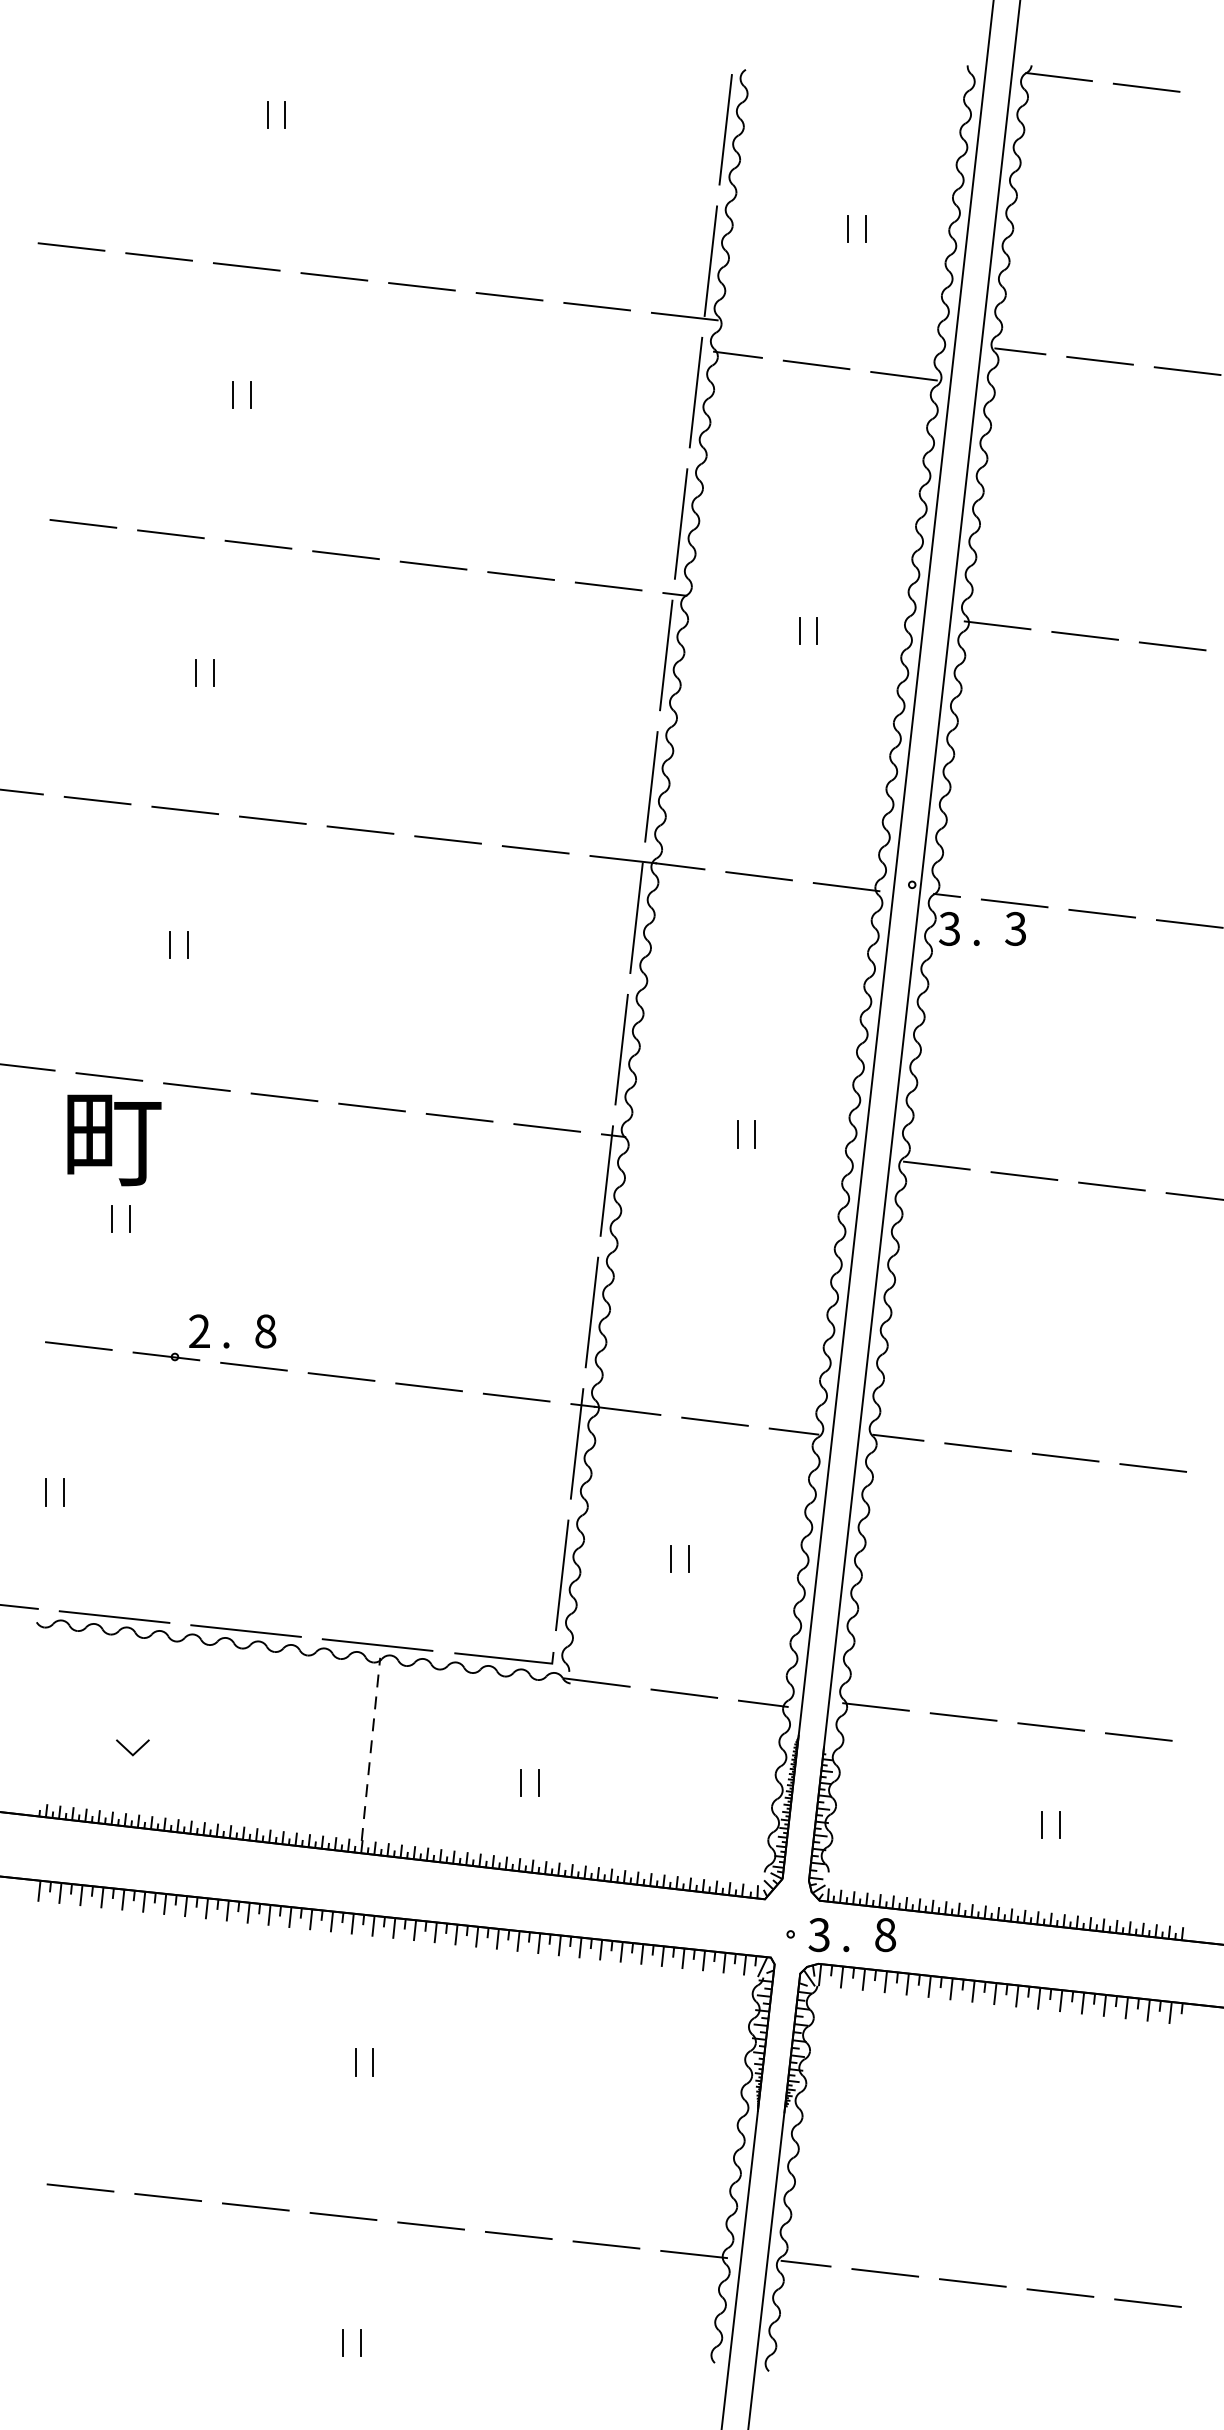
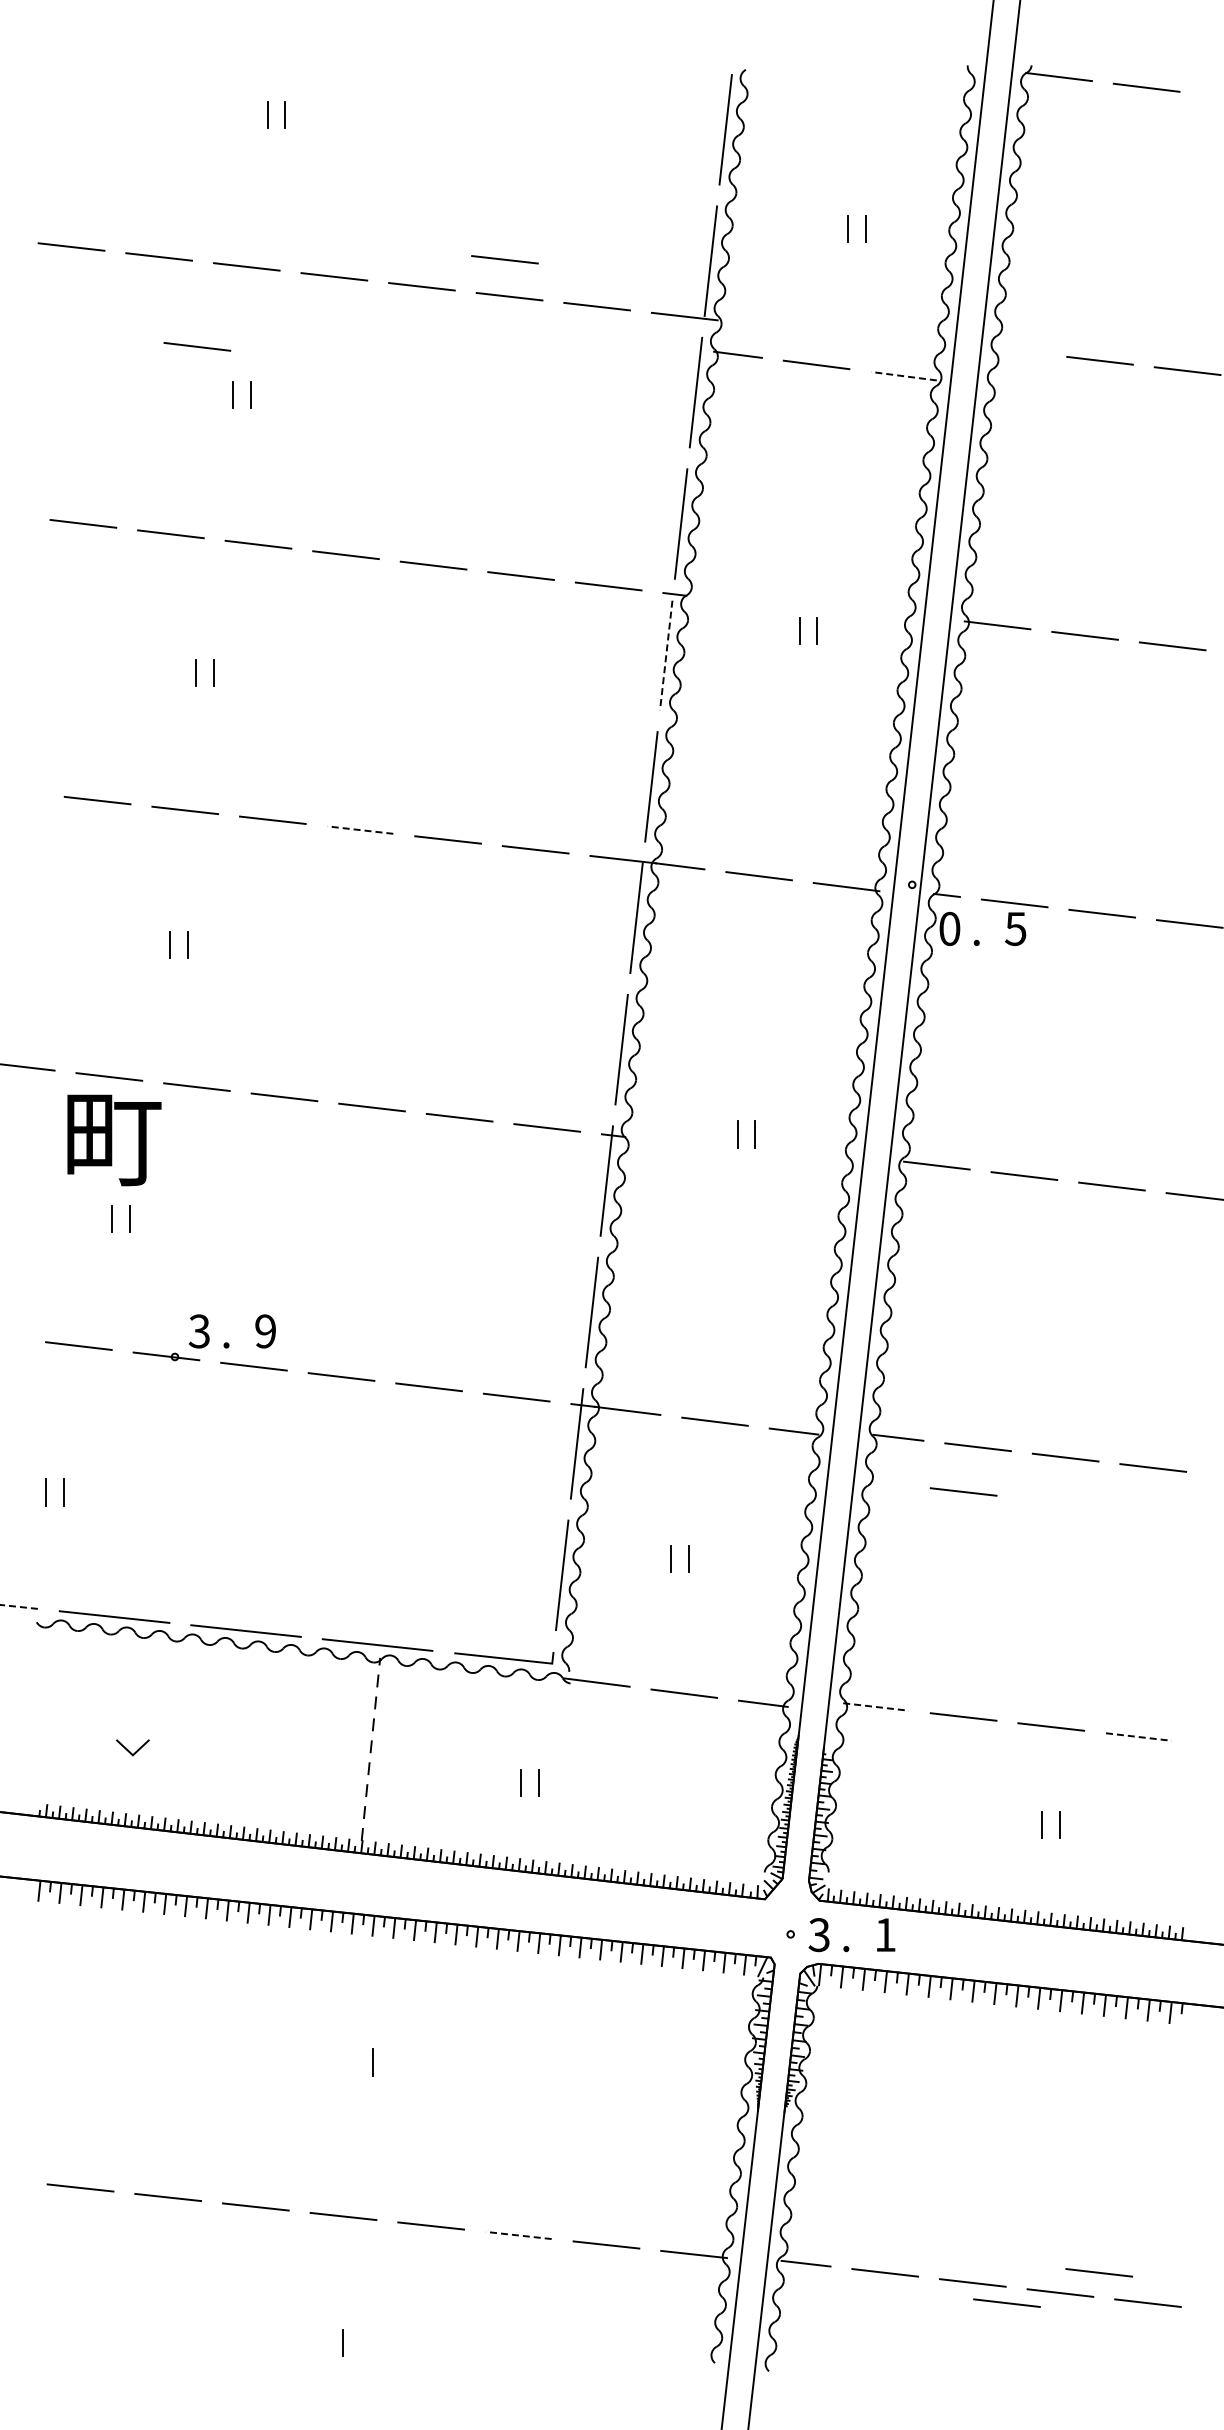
line at (504, 259): none -> present
line at (197, 346): none -> present
line at (1020, 351): present -> none
line at (903, 376): solid -> dashed
line at (666, 655): solid -> dashed
line at (22, 791): present -> none
line at (359, 830): solid -> dashed
text at (949, 928): 3 -> 0
text at (1015, 928): 3 -> 5
text at (198, 1331): 2 -> 3
text at (265, 1331): 8 -> 9
line at (963, 1491): none -> present
line at (19, 1606): solid -> dashed
line at (876, 1707): solid -> dashed
line at (1139, 1737): solid -> dashed
text at (885, 1935): 8 -> 1
line at (355, 2062): present -> none
line at (518, 2235): solid -> dashed
line at (1098, 2272): none -> present
line at (1006, 2302): none -> present
line at (361, 2342): present -> none
